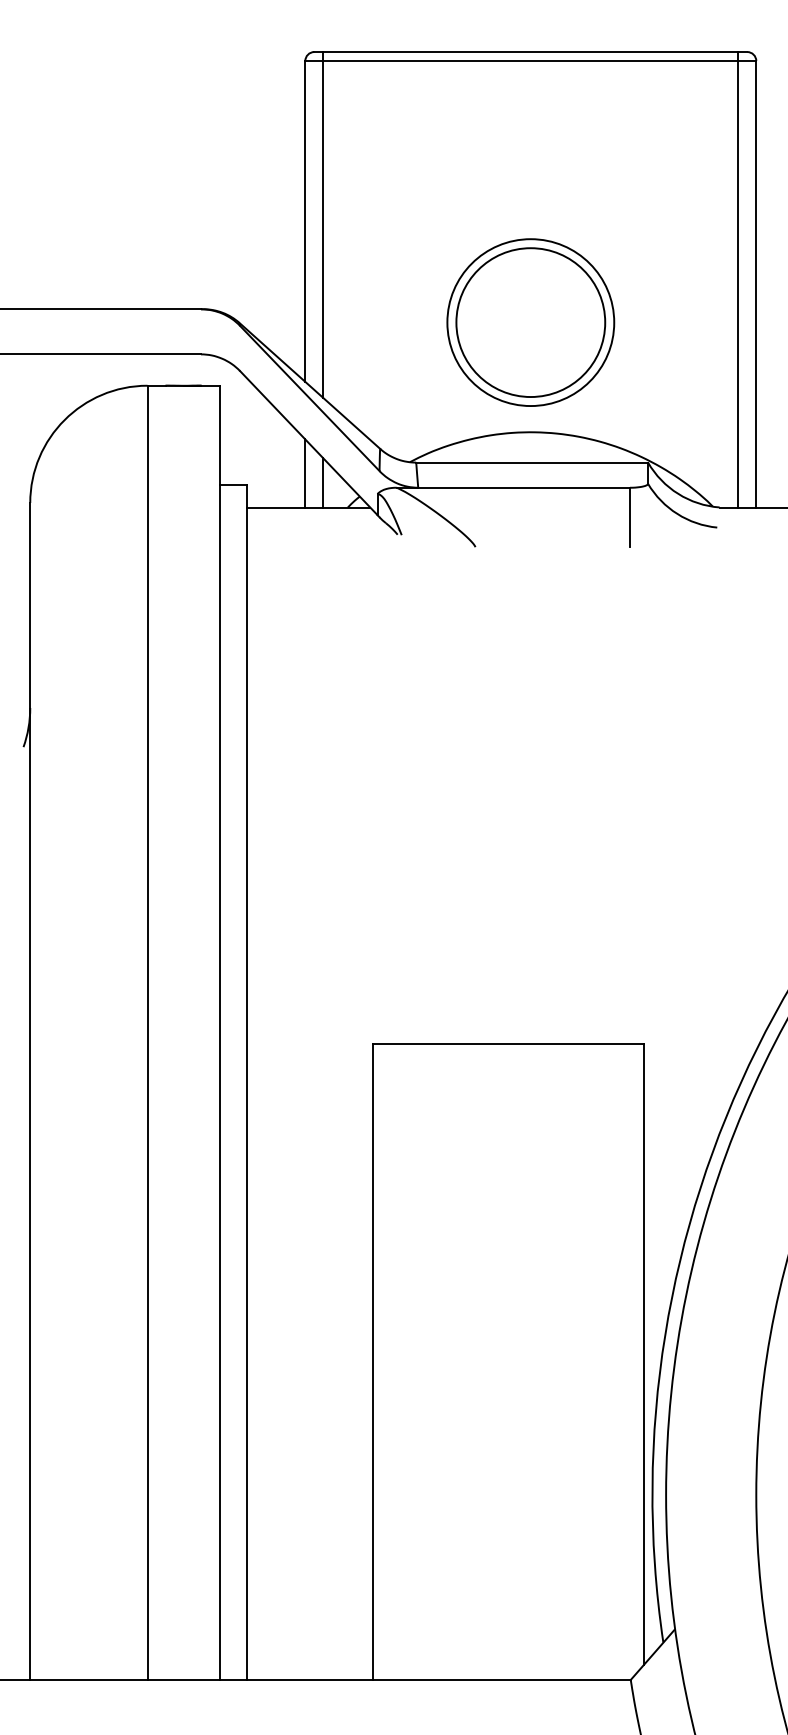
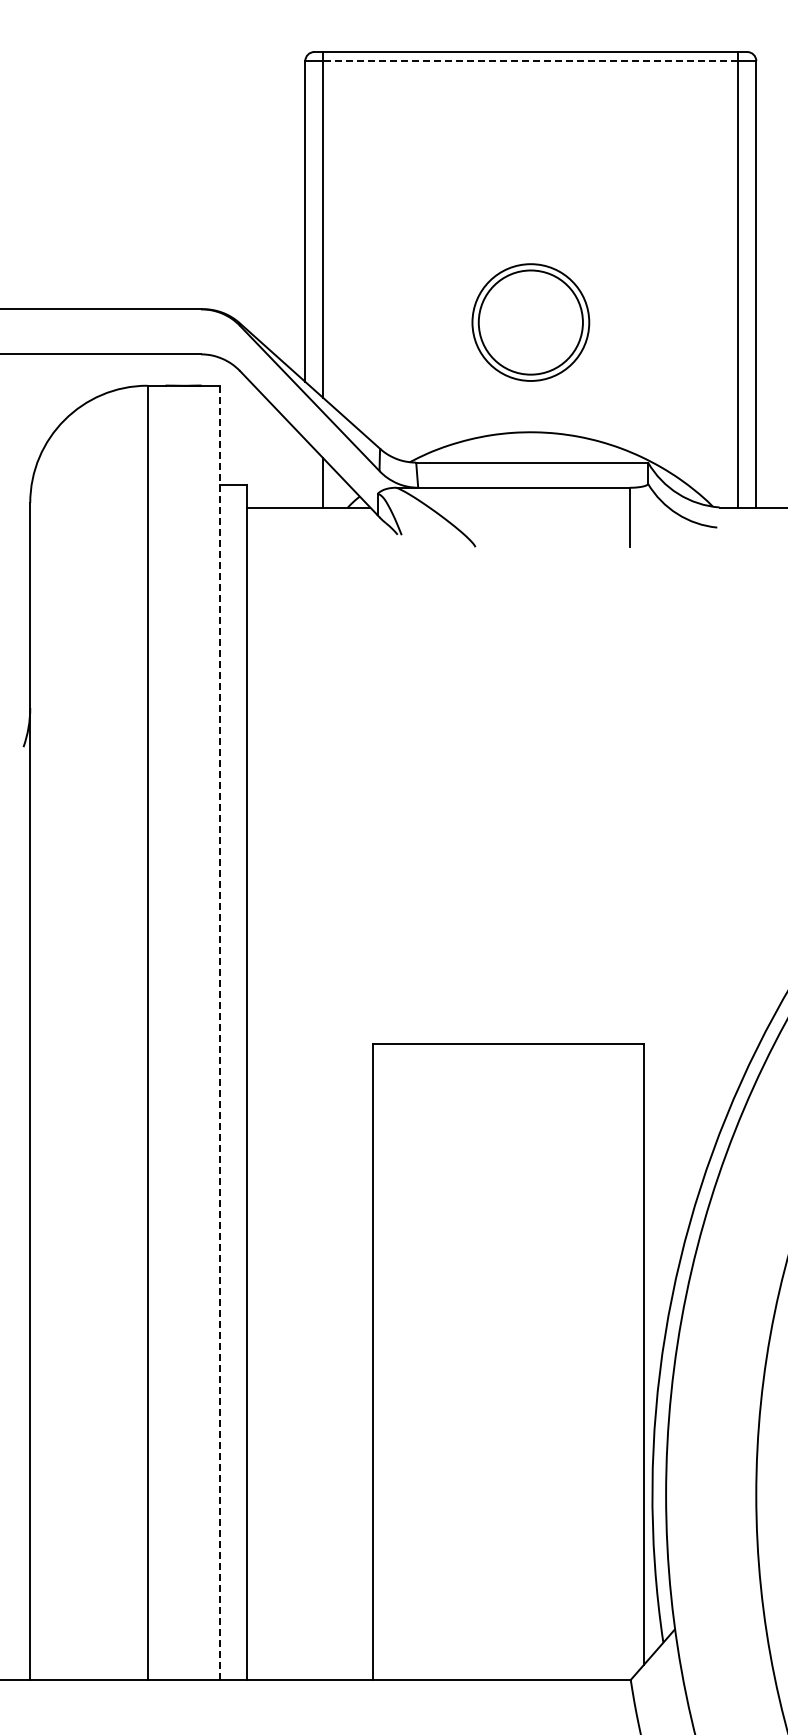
line at (530, 61): solid -> dashed
part at (530, 322) size: 170x169 px -> 120x119 px
line at (305, 473): present -> none
line at (219, 1032): solid -> dashed
